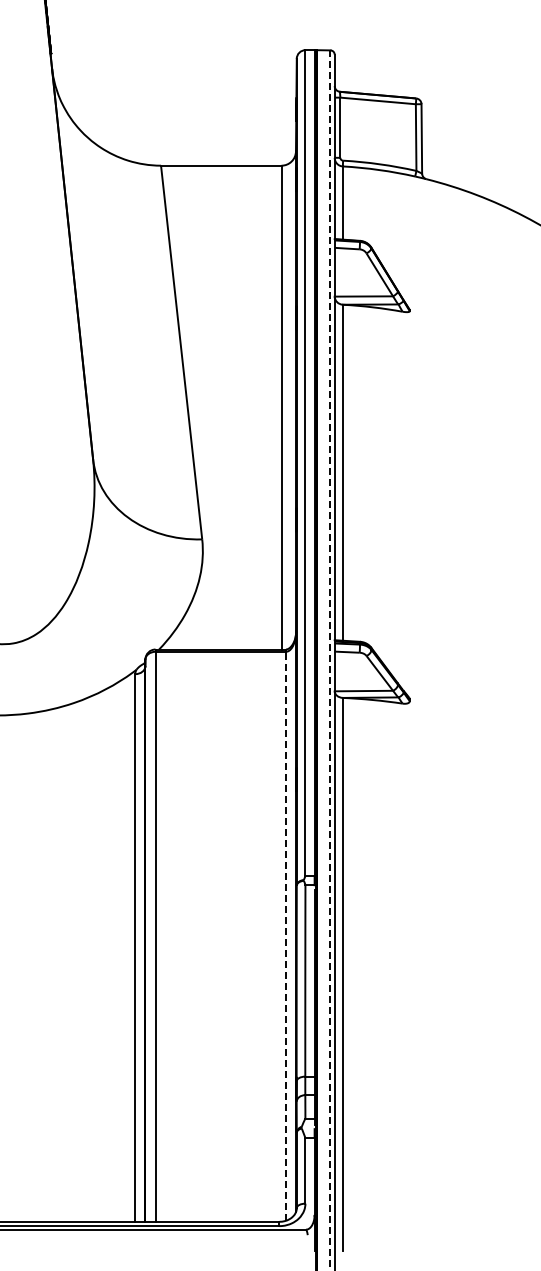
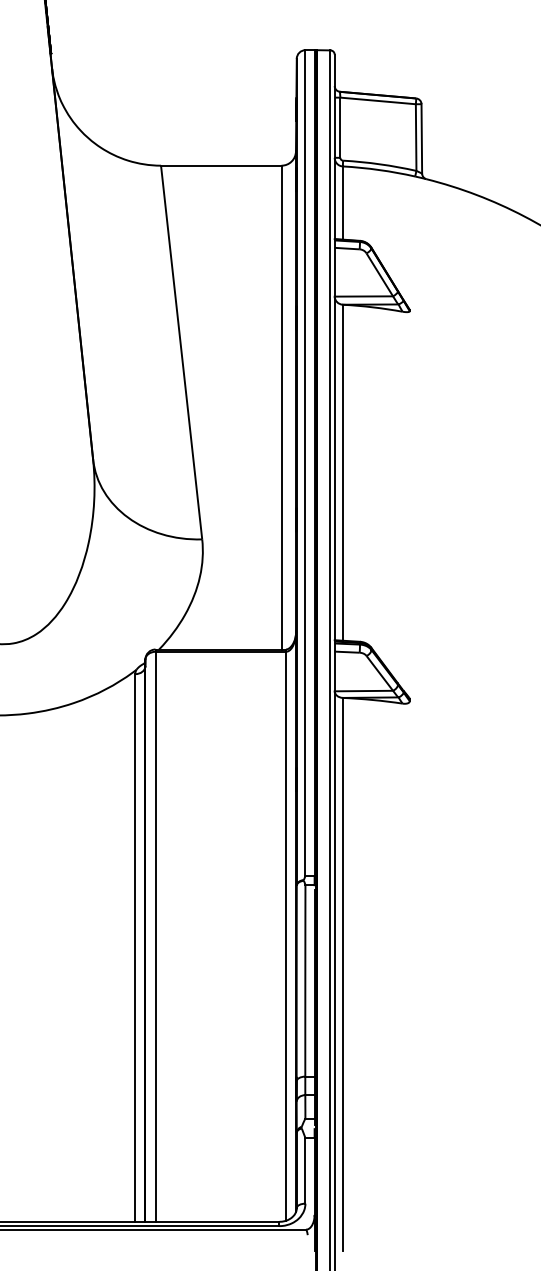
line at (330, 660): dashed -> solid
line at (286, 935): dashed -> solid
